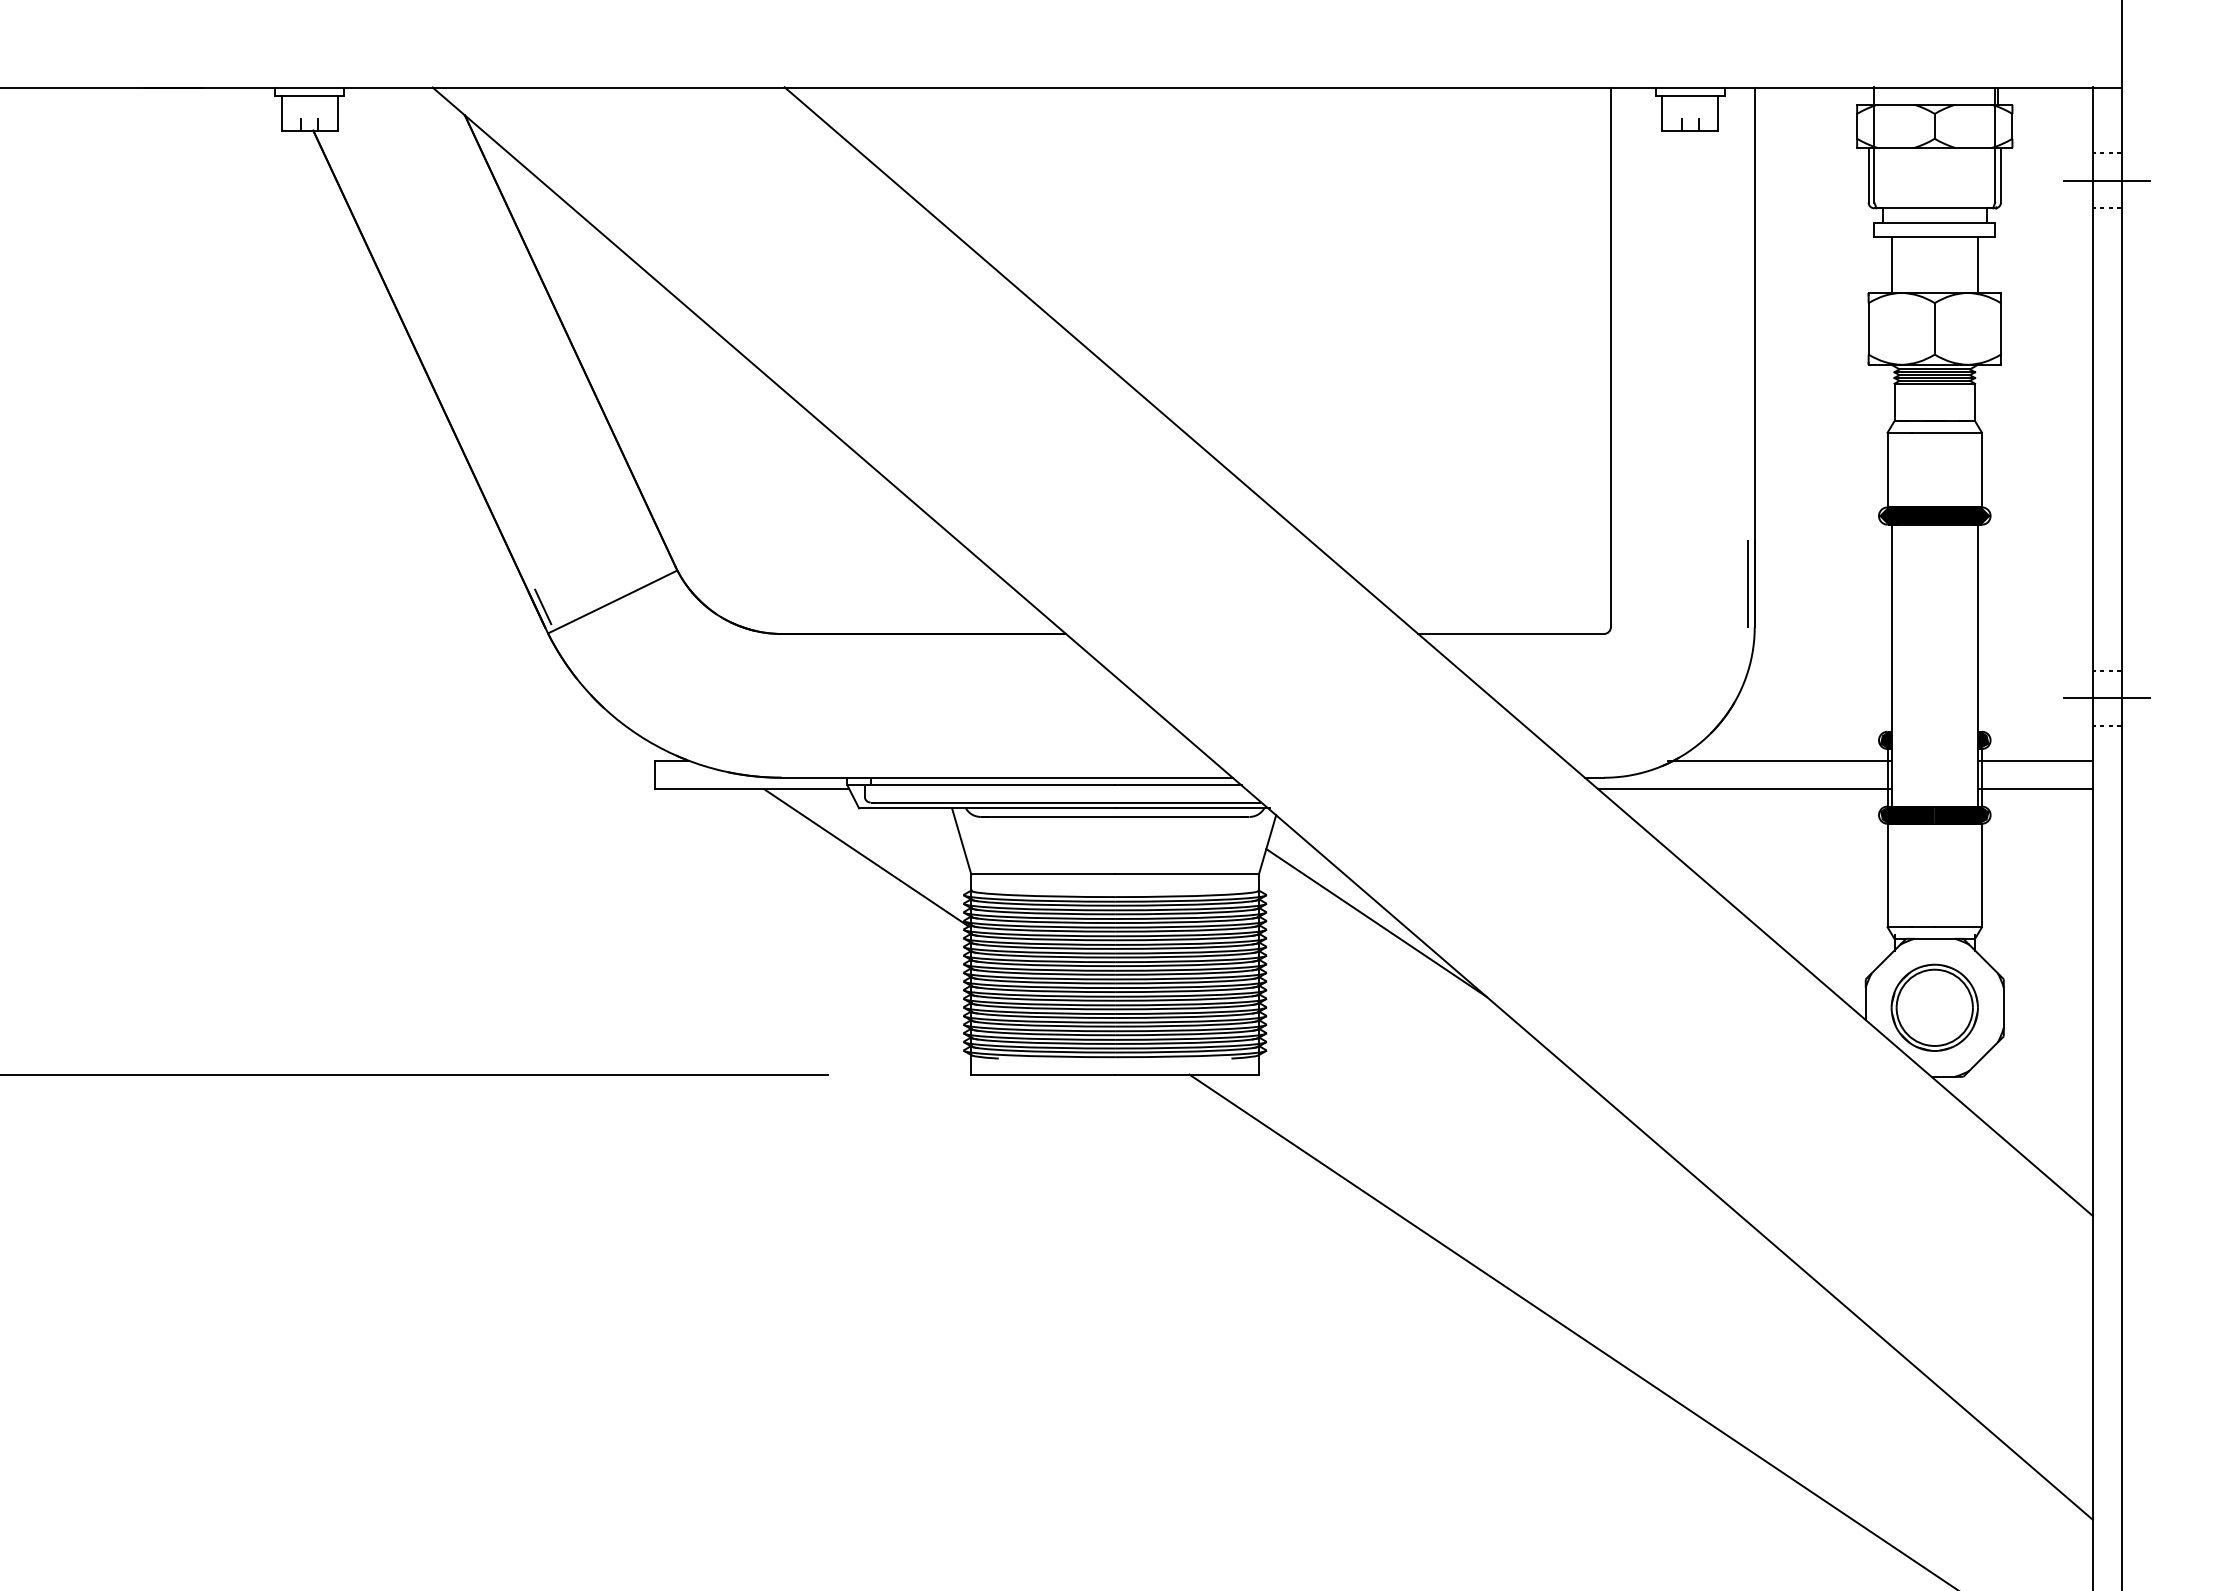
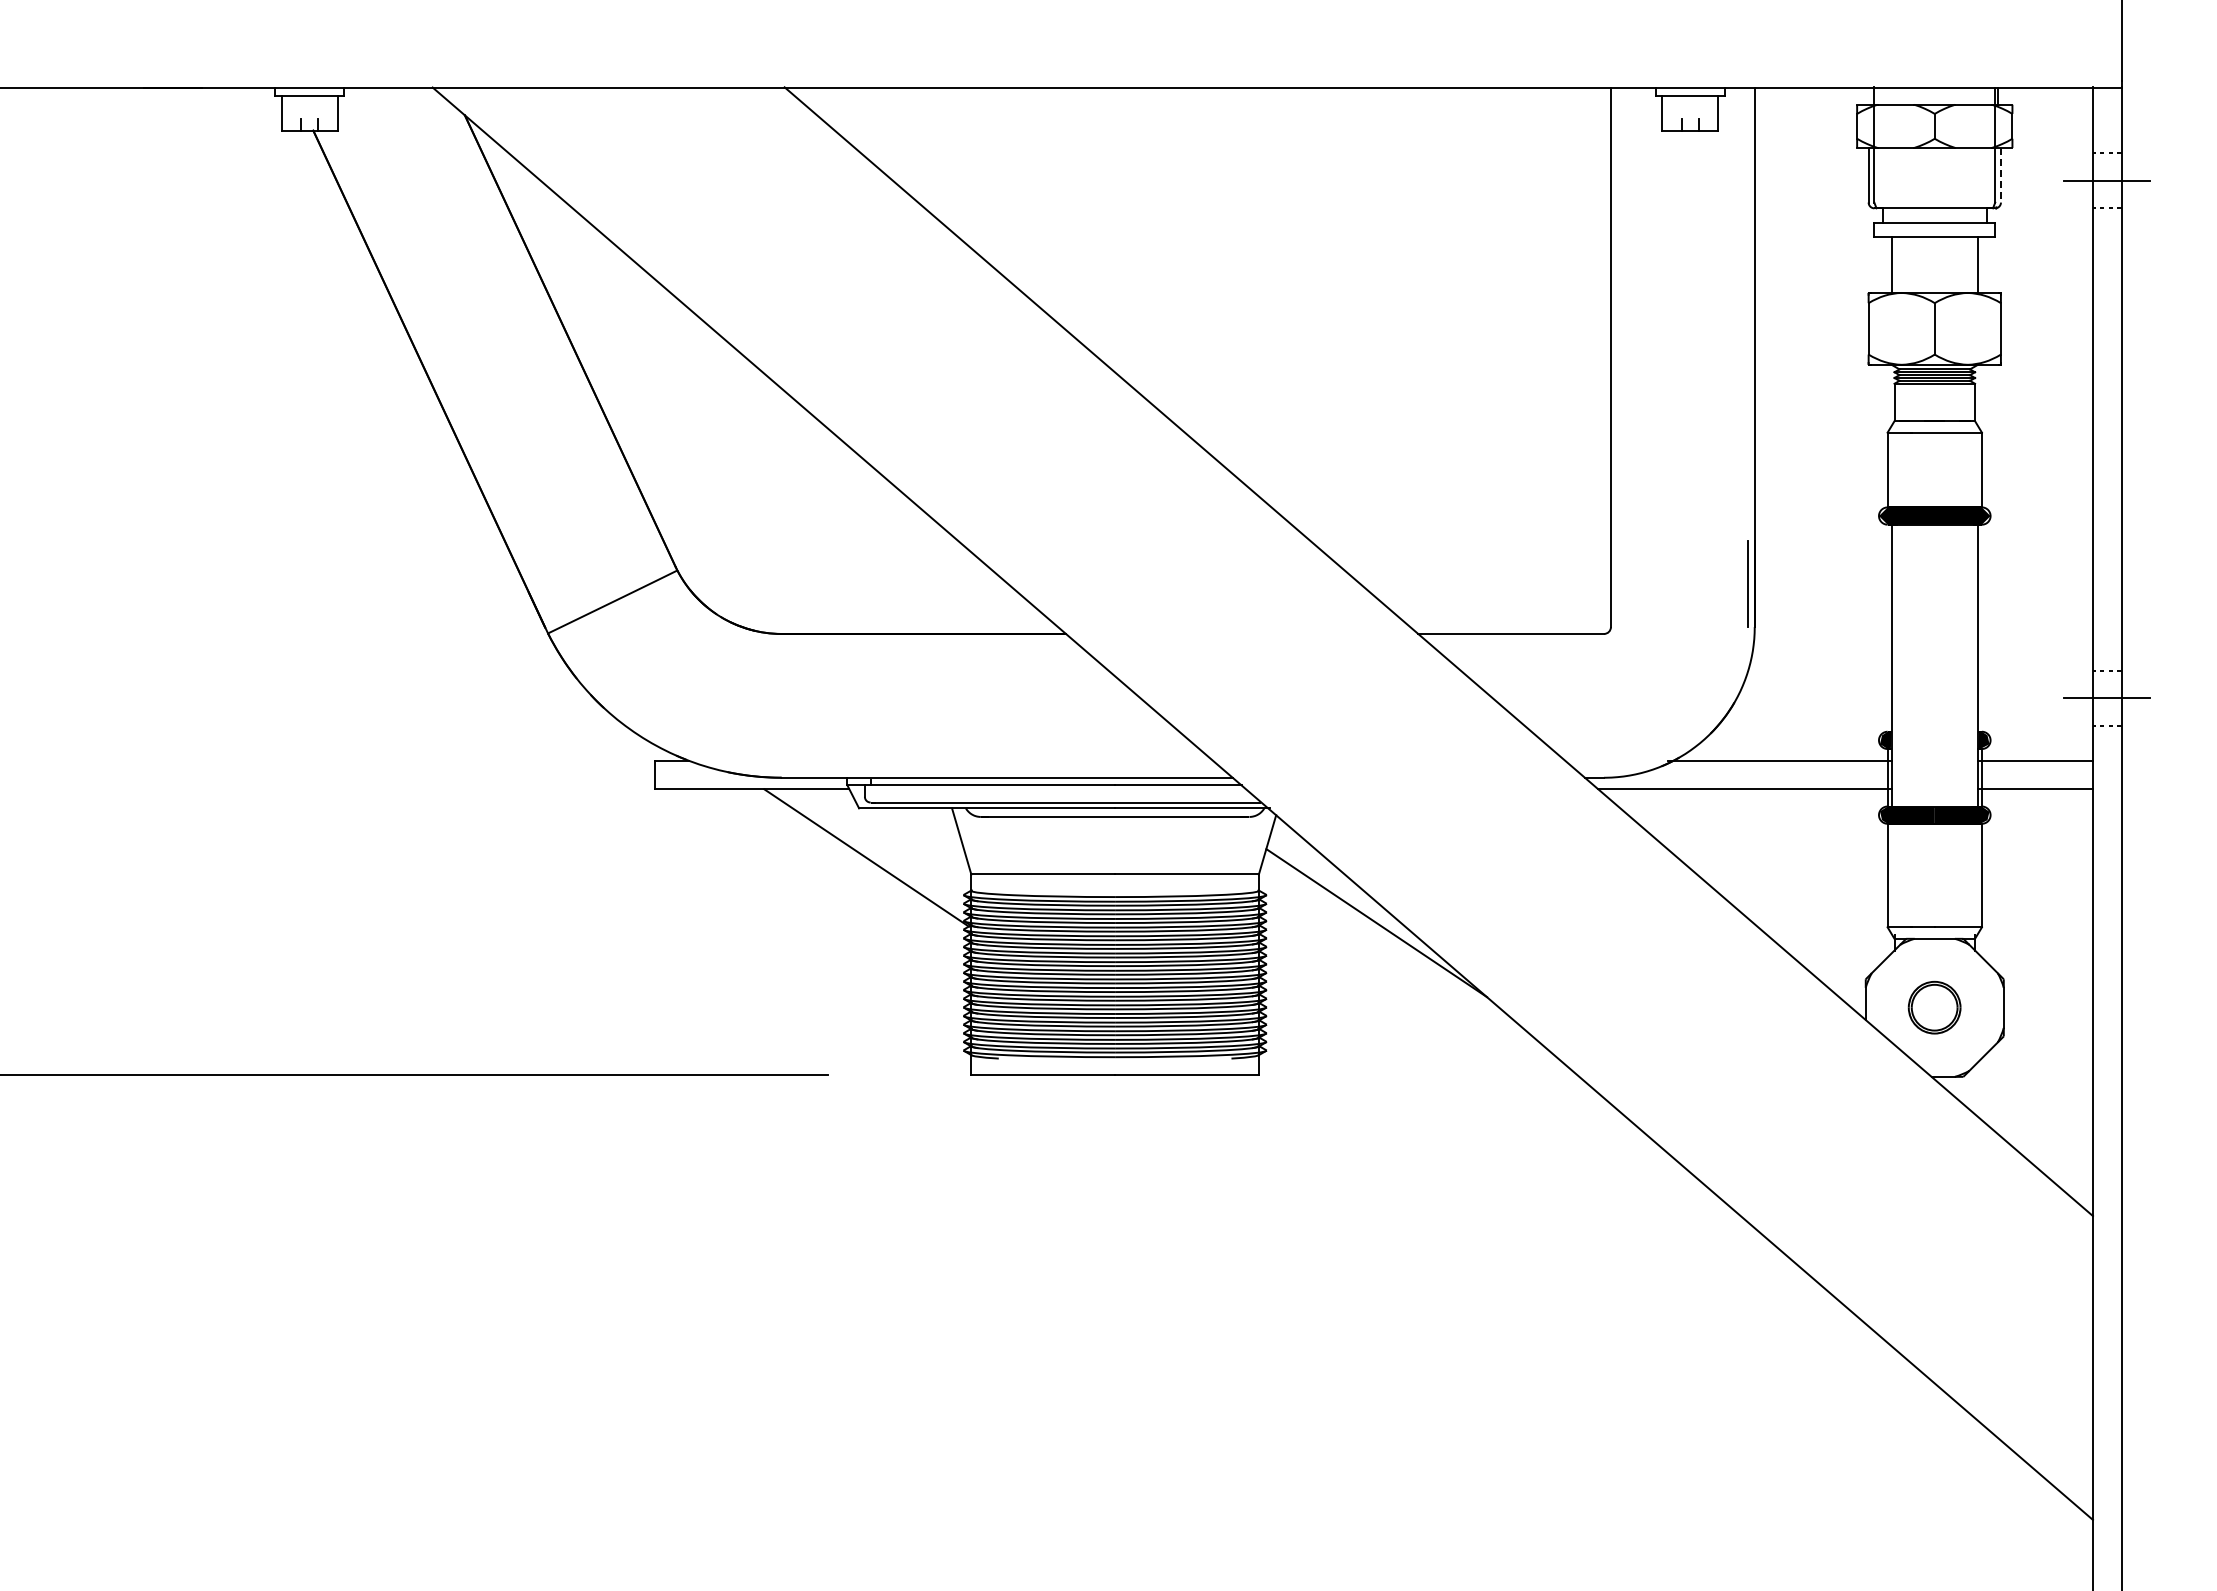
line at (2000, 175): solid -> dashed
line at (543, 606): present -> none
part at (1934, 1007) size: 89x89 px -> 55x55 px
line at (1571, 1330): present -> none
